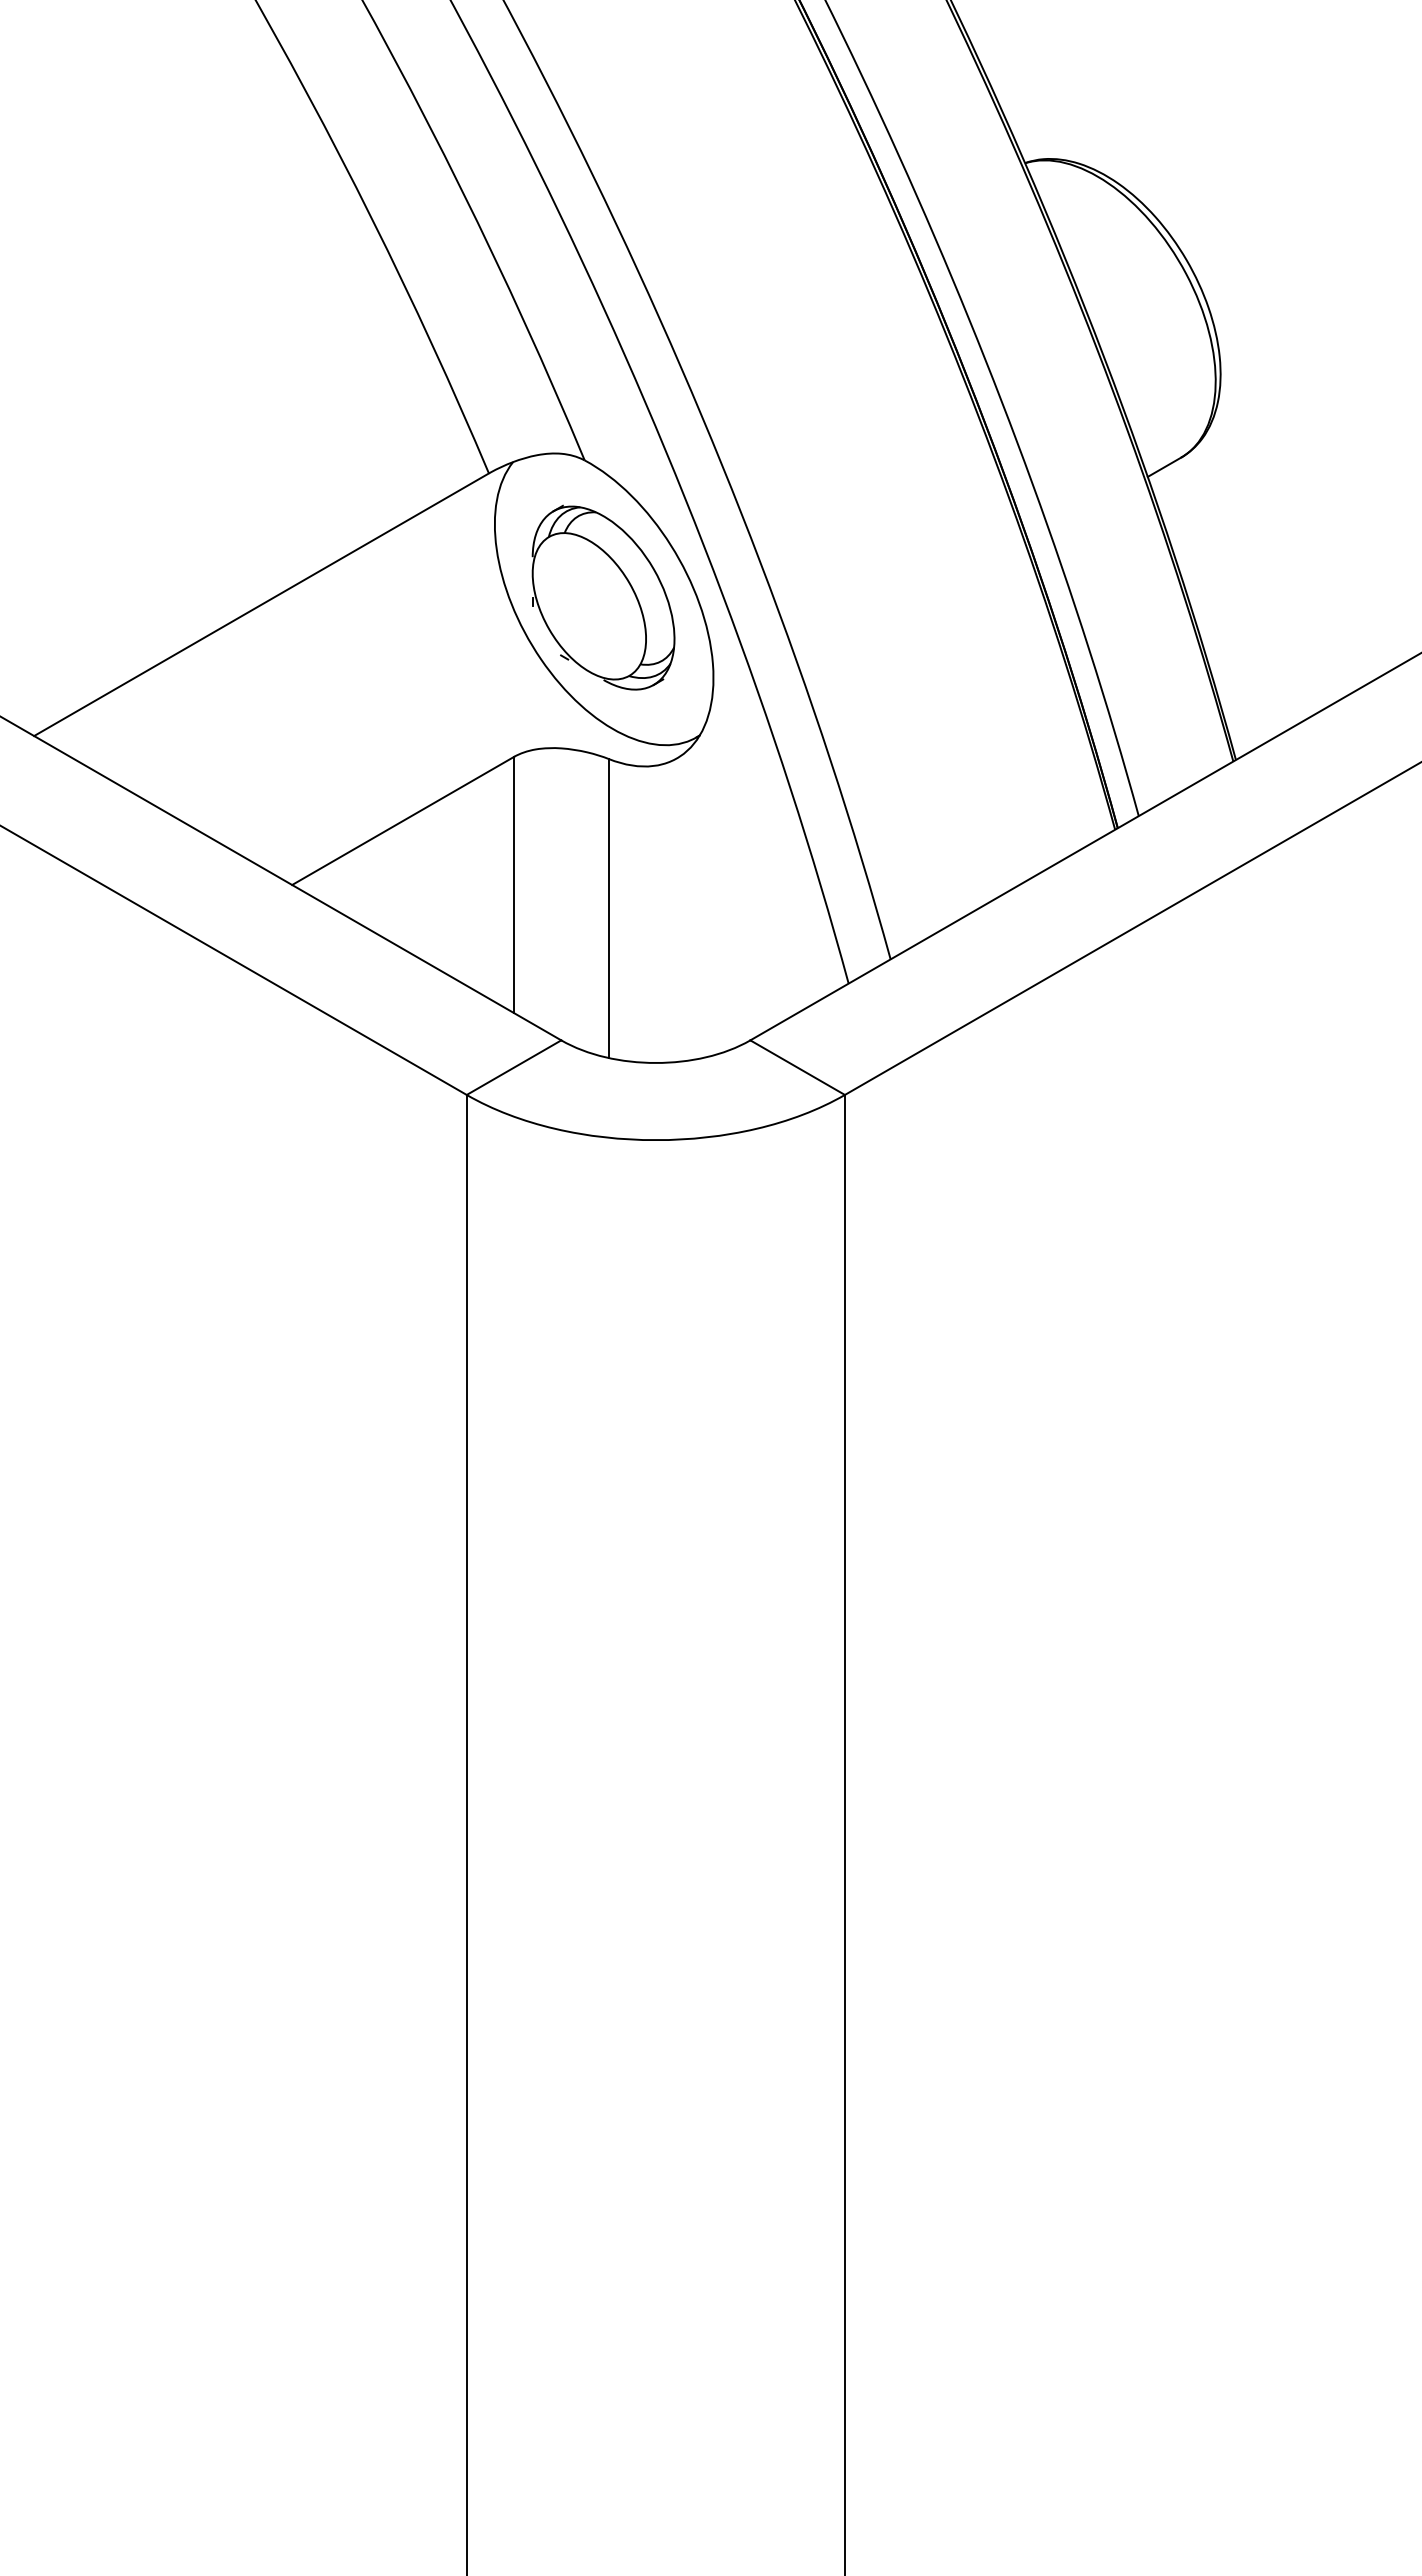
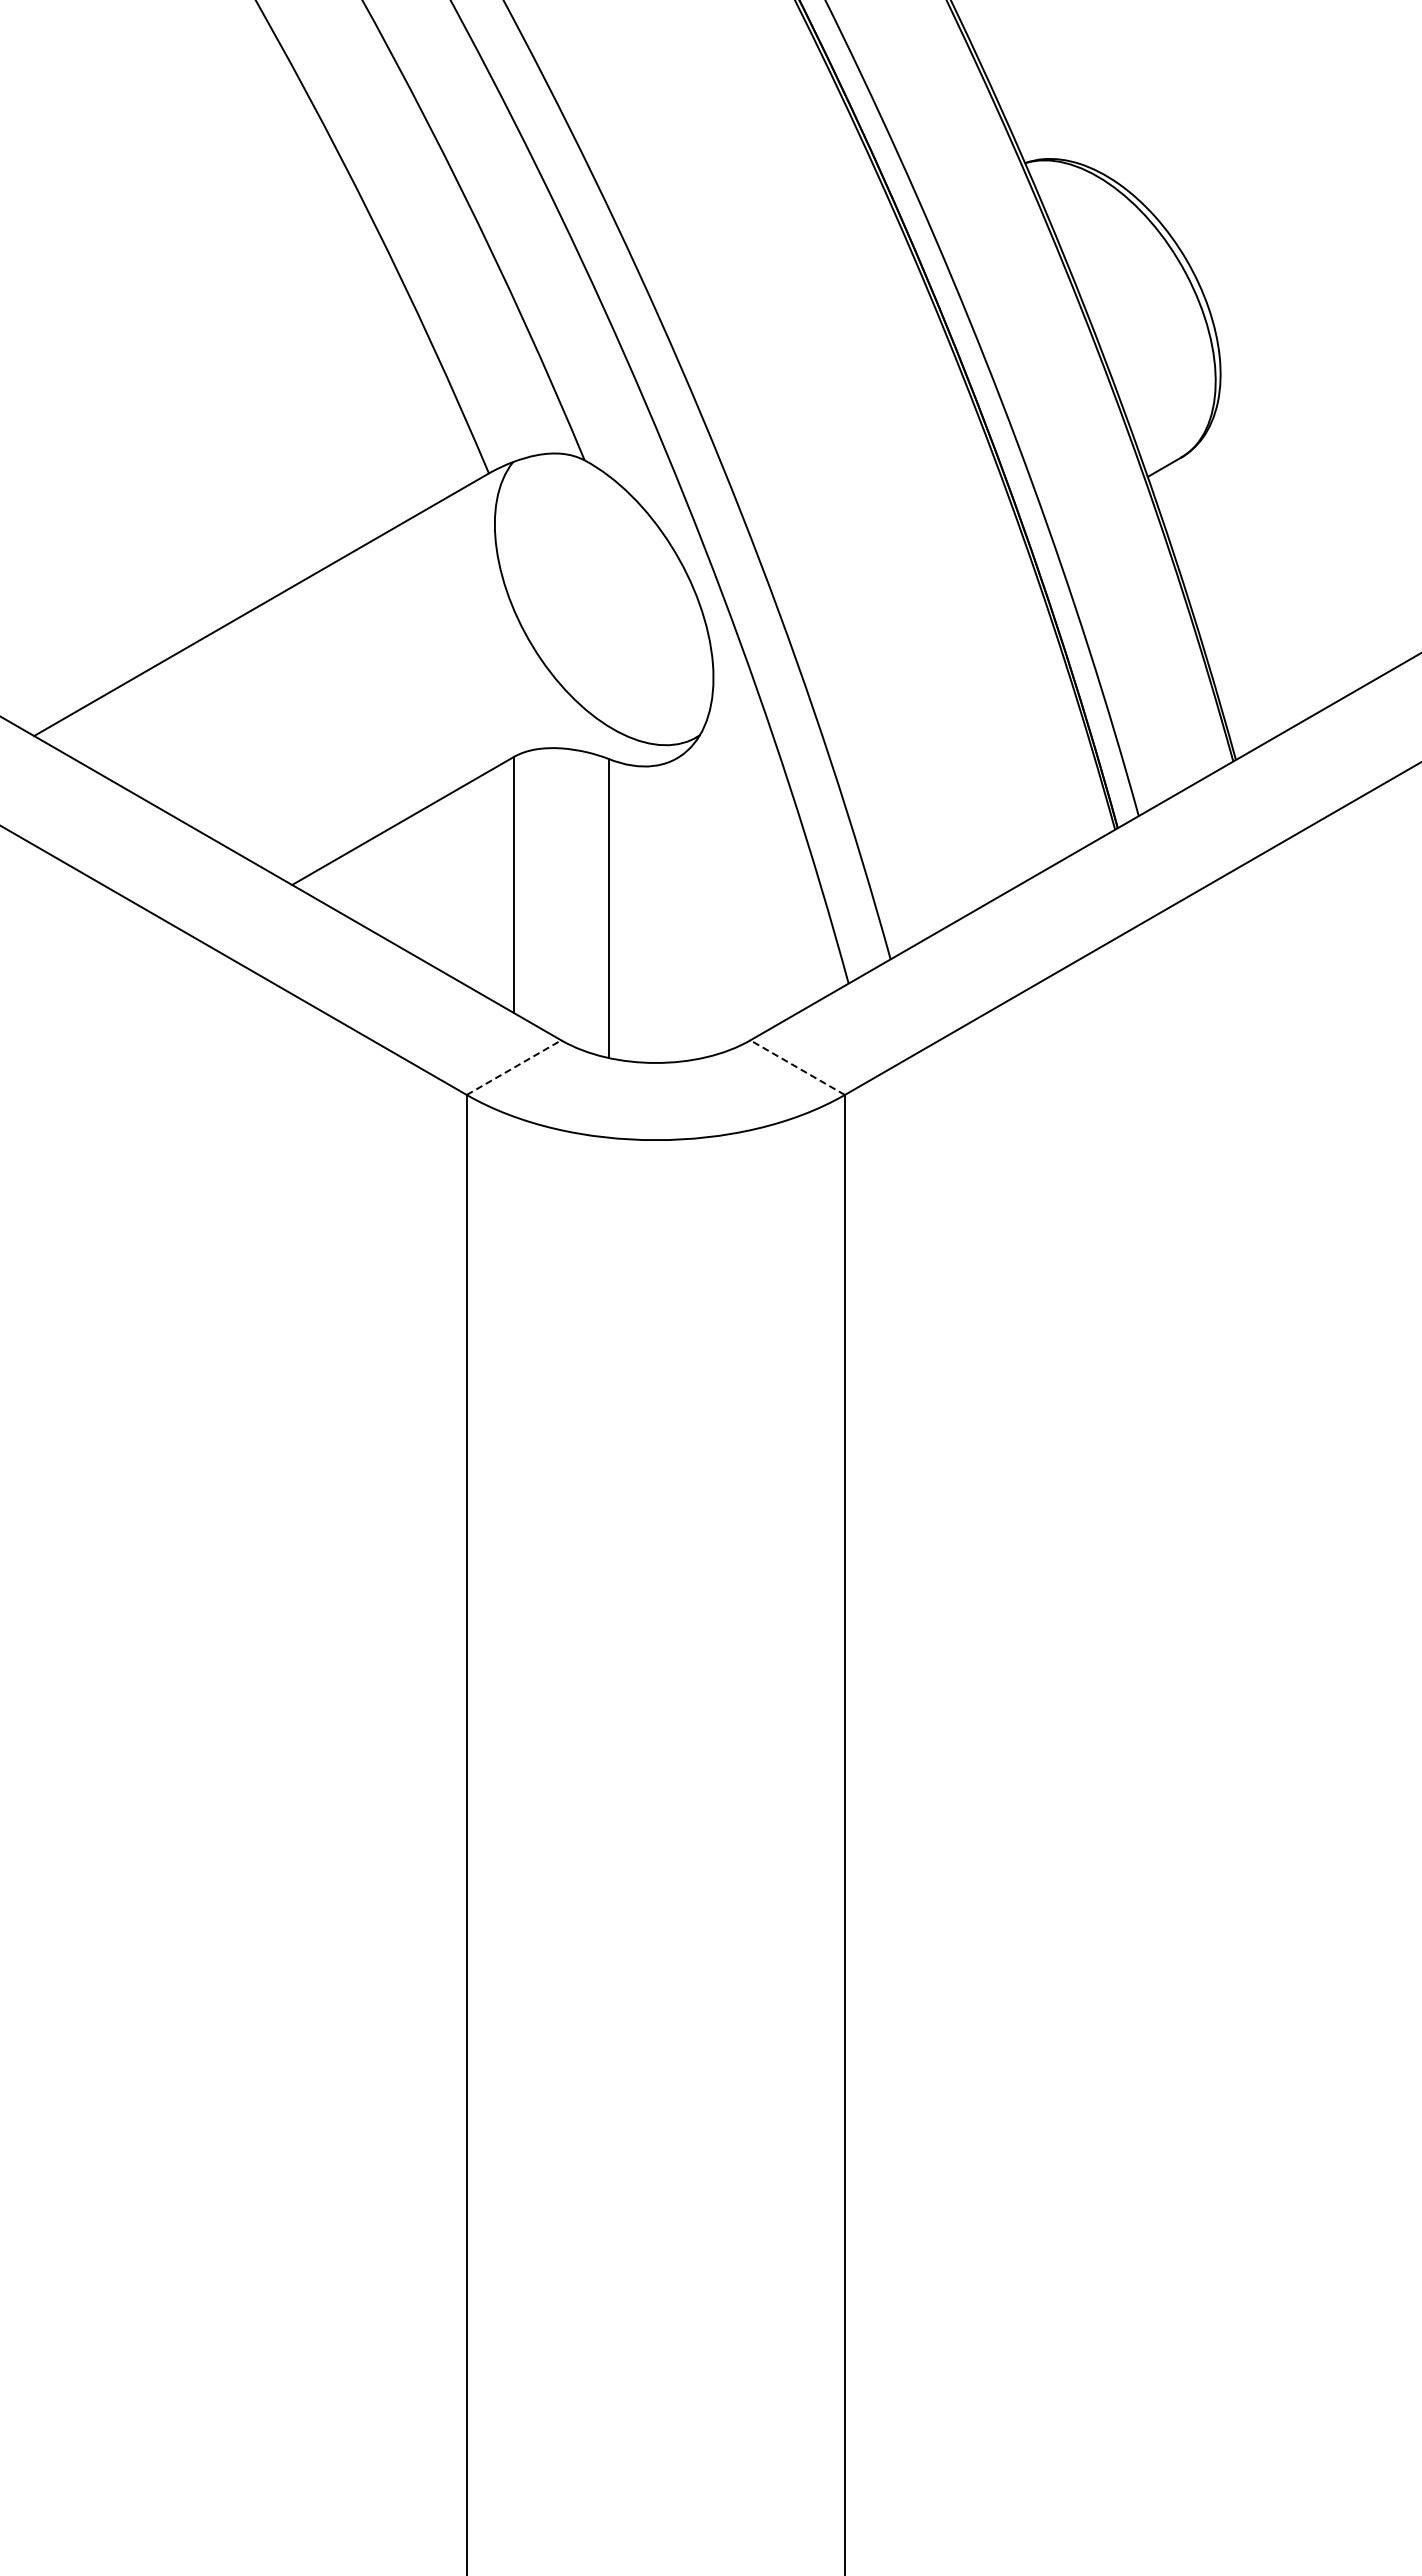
part at (603, 597): present -> none
line at (514, 1067): solid -> dashed
line at (797, 1067): solid -> dashed
